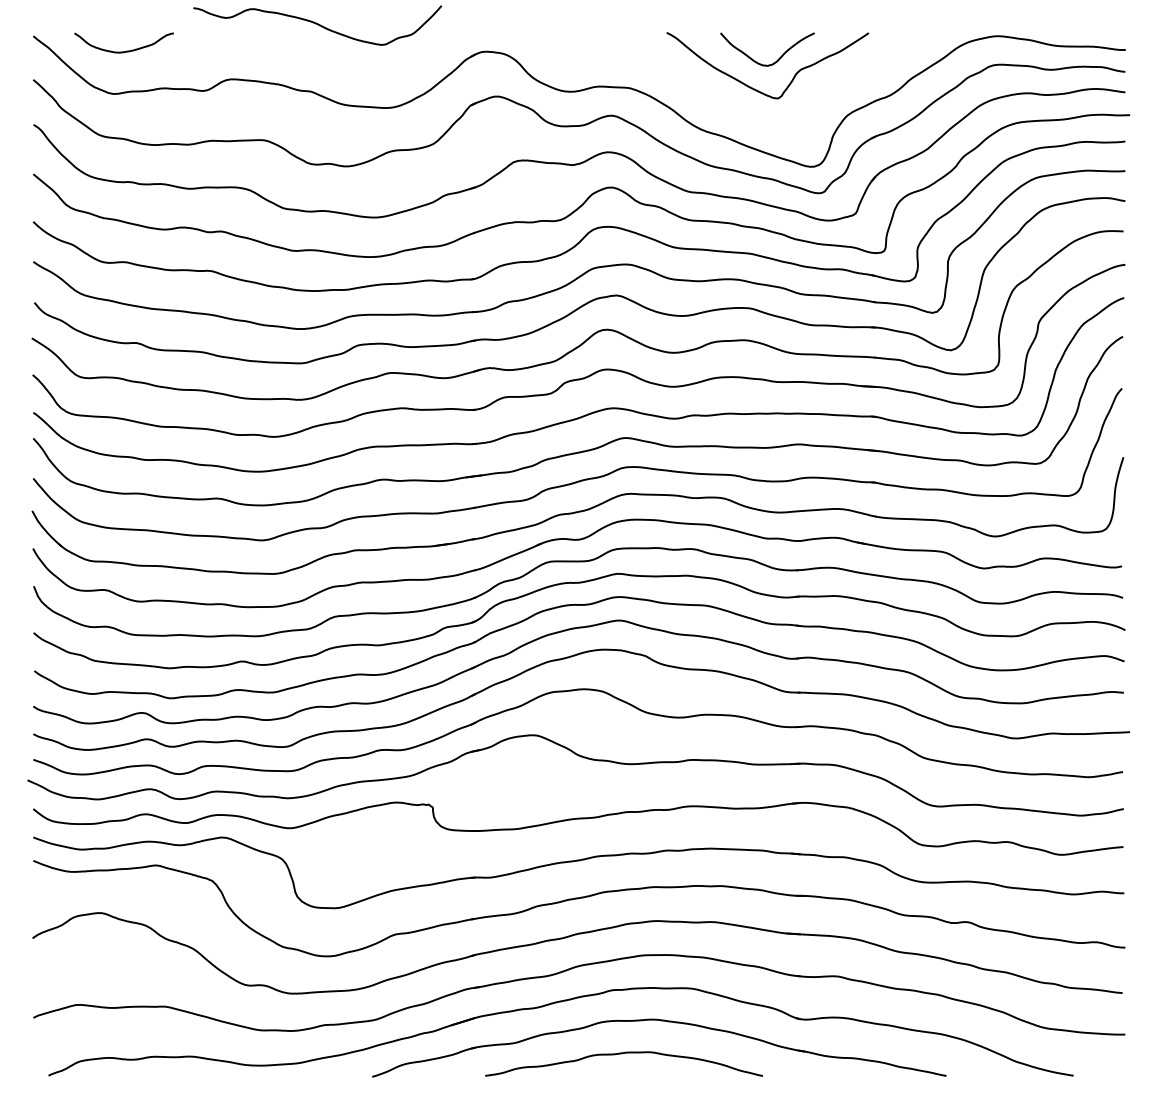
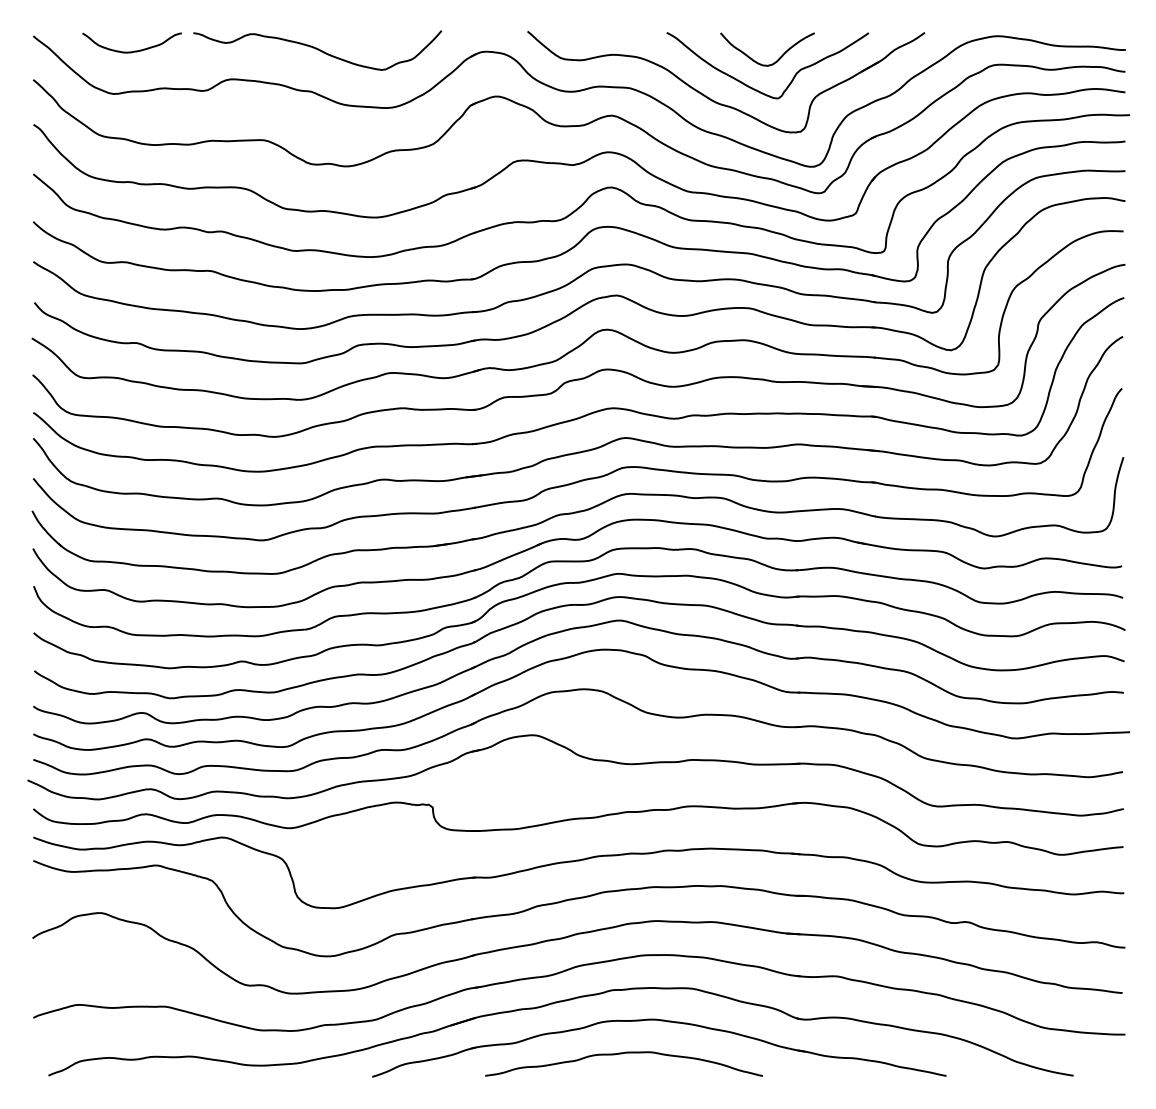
curve at (317, 25) position: (317, 25) -> (317, 50)
curve at (126, 50) position: (126, 50) -> (134, 50)
part at (716, 101): none -> present
